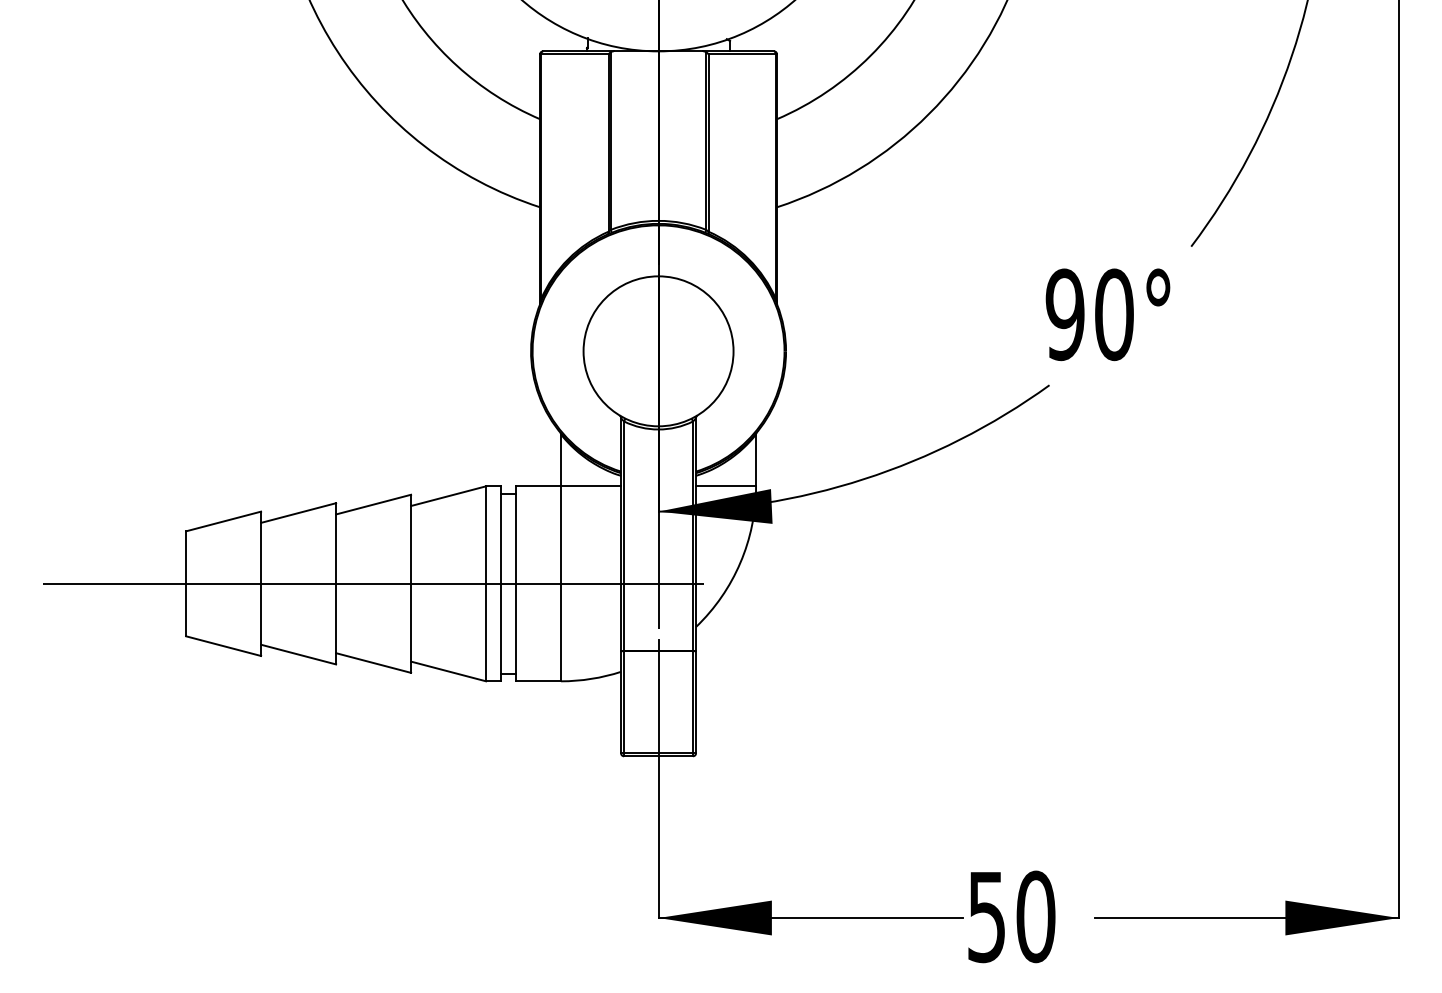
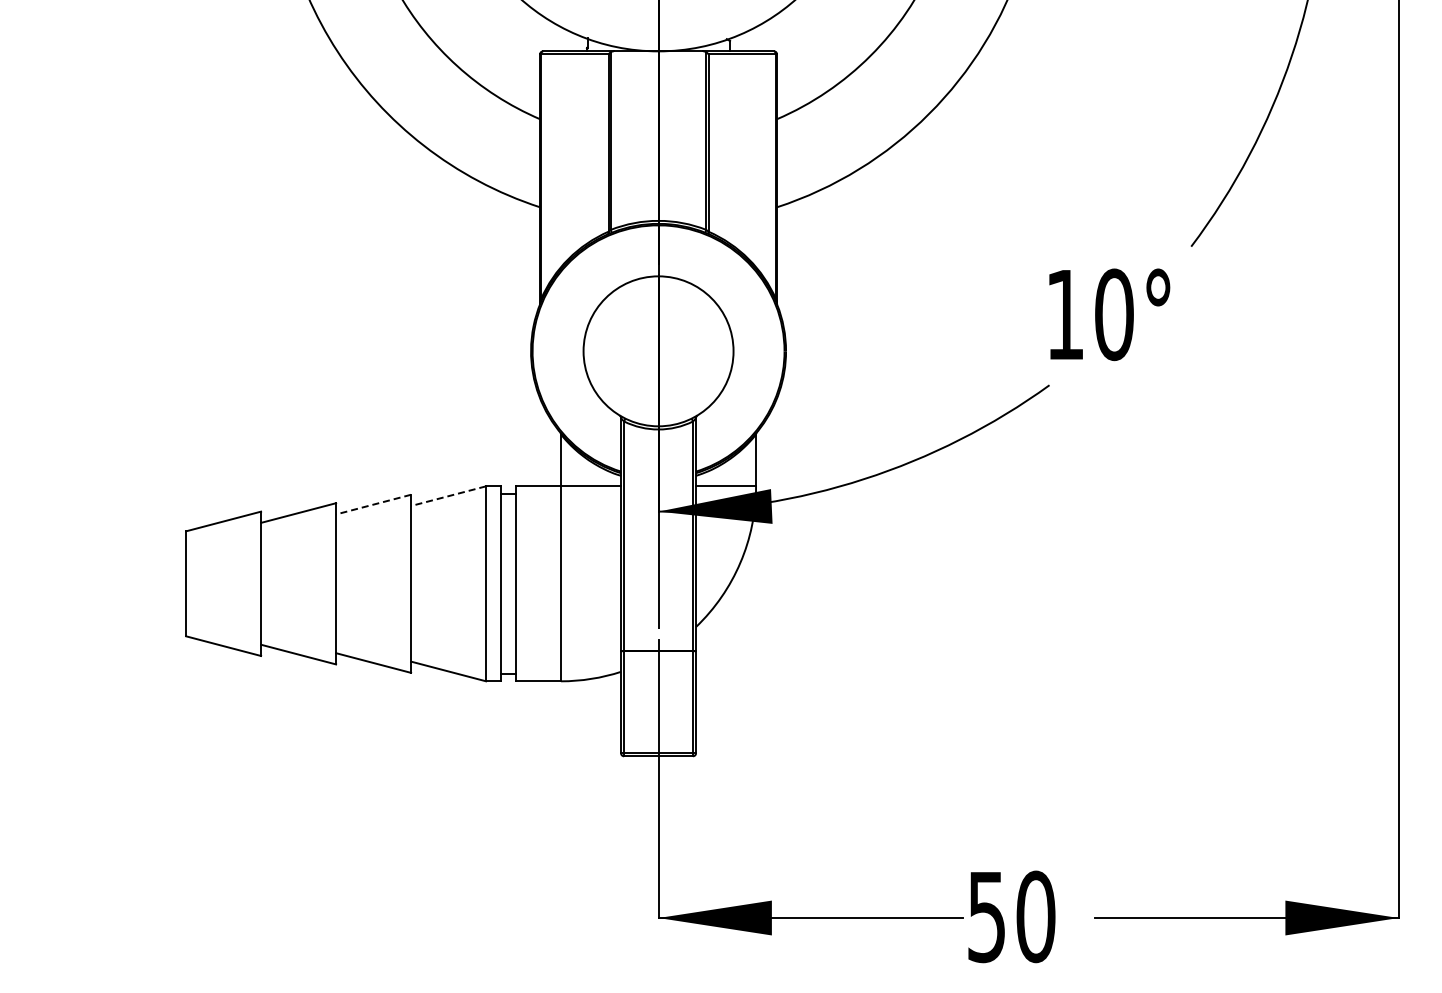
text at (1064, 314): 90° -> 10°
line at (448, 496): solid -> dashed
line at (373, 504): solid -> dashed
line at (373, 583): present -> none
